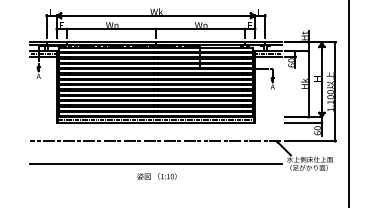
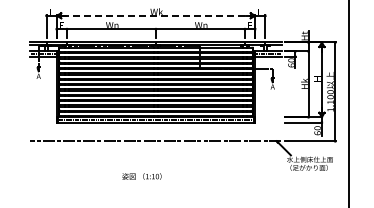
line at (155, 15): solid -> dashed
line at (155, 163): present -> none
text at (156, 176) position: (156, 176) -> (141, 176)
